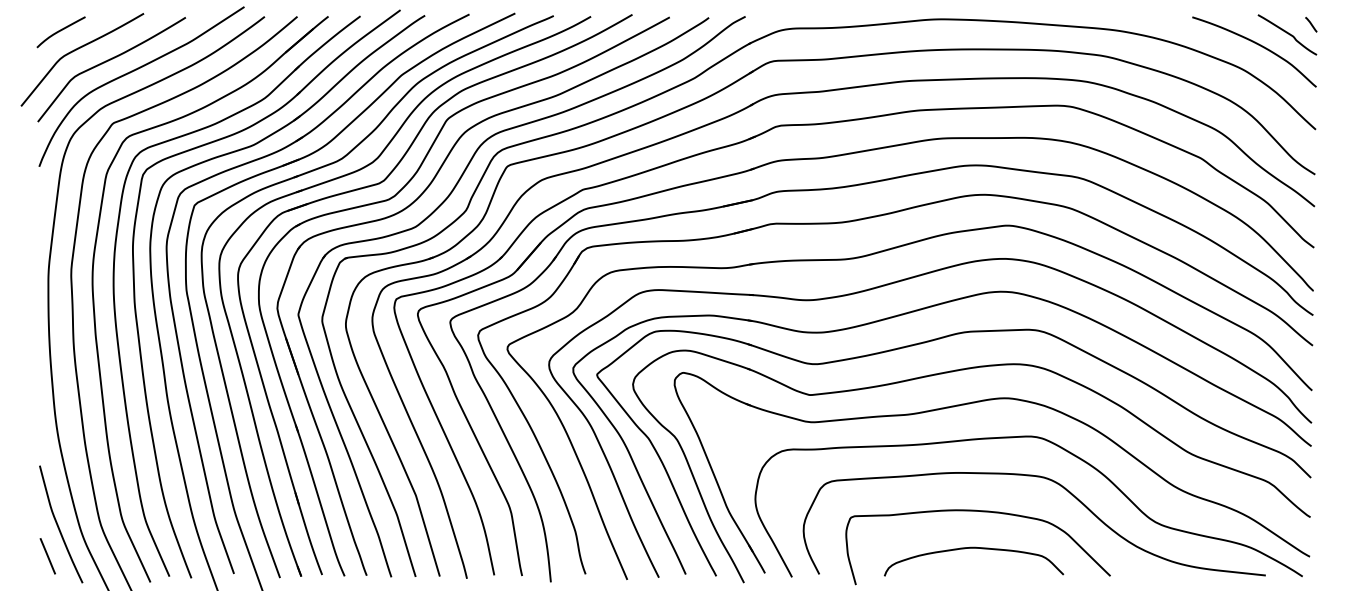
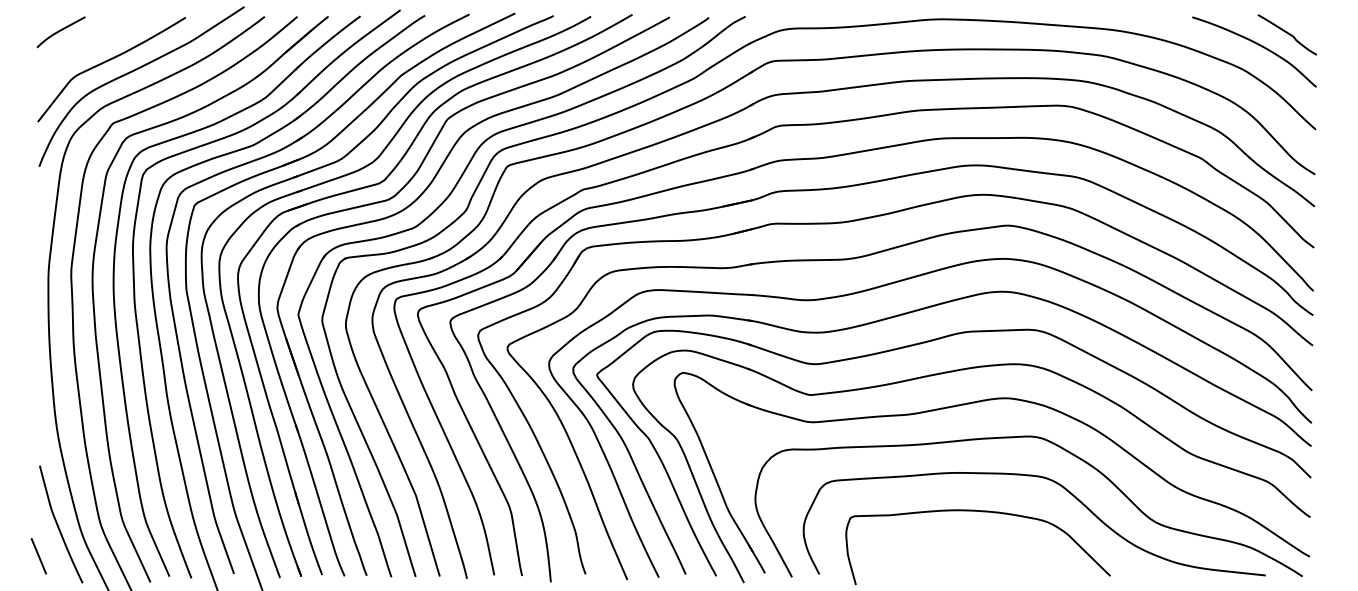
line at (1311, 24): present -> none
curve at (78, 49): present -> none
curve at (974, 548): present -> none
line at (47, 556) position: (47, 556) -> (38, 556)
